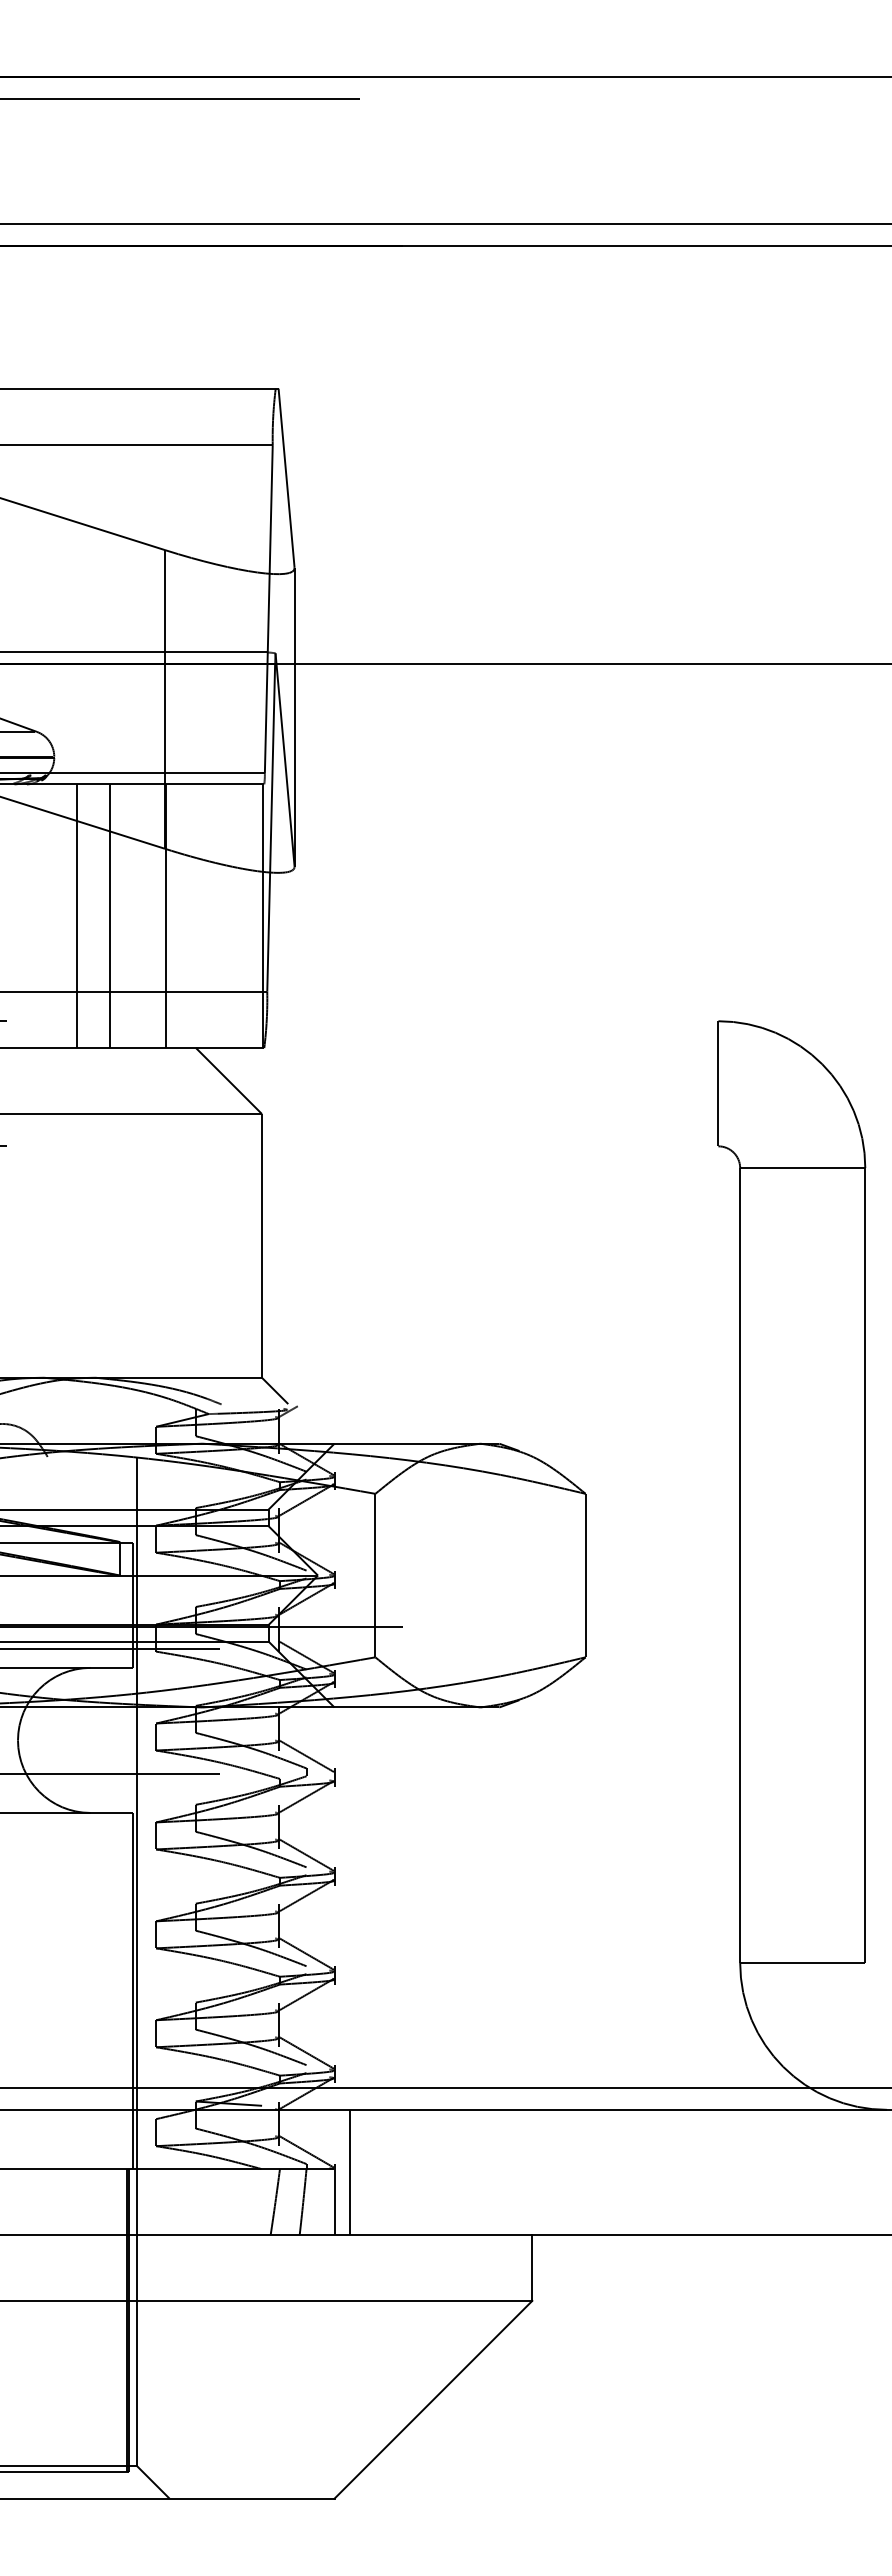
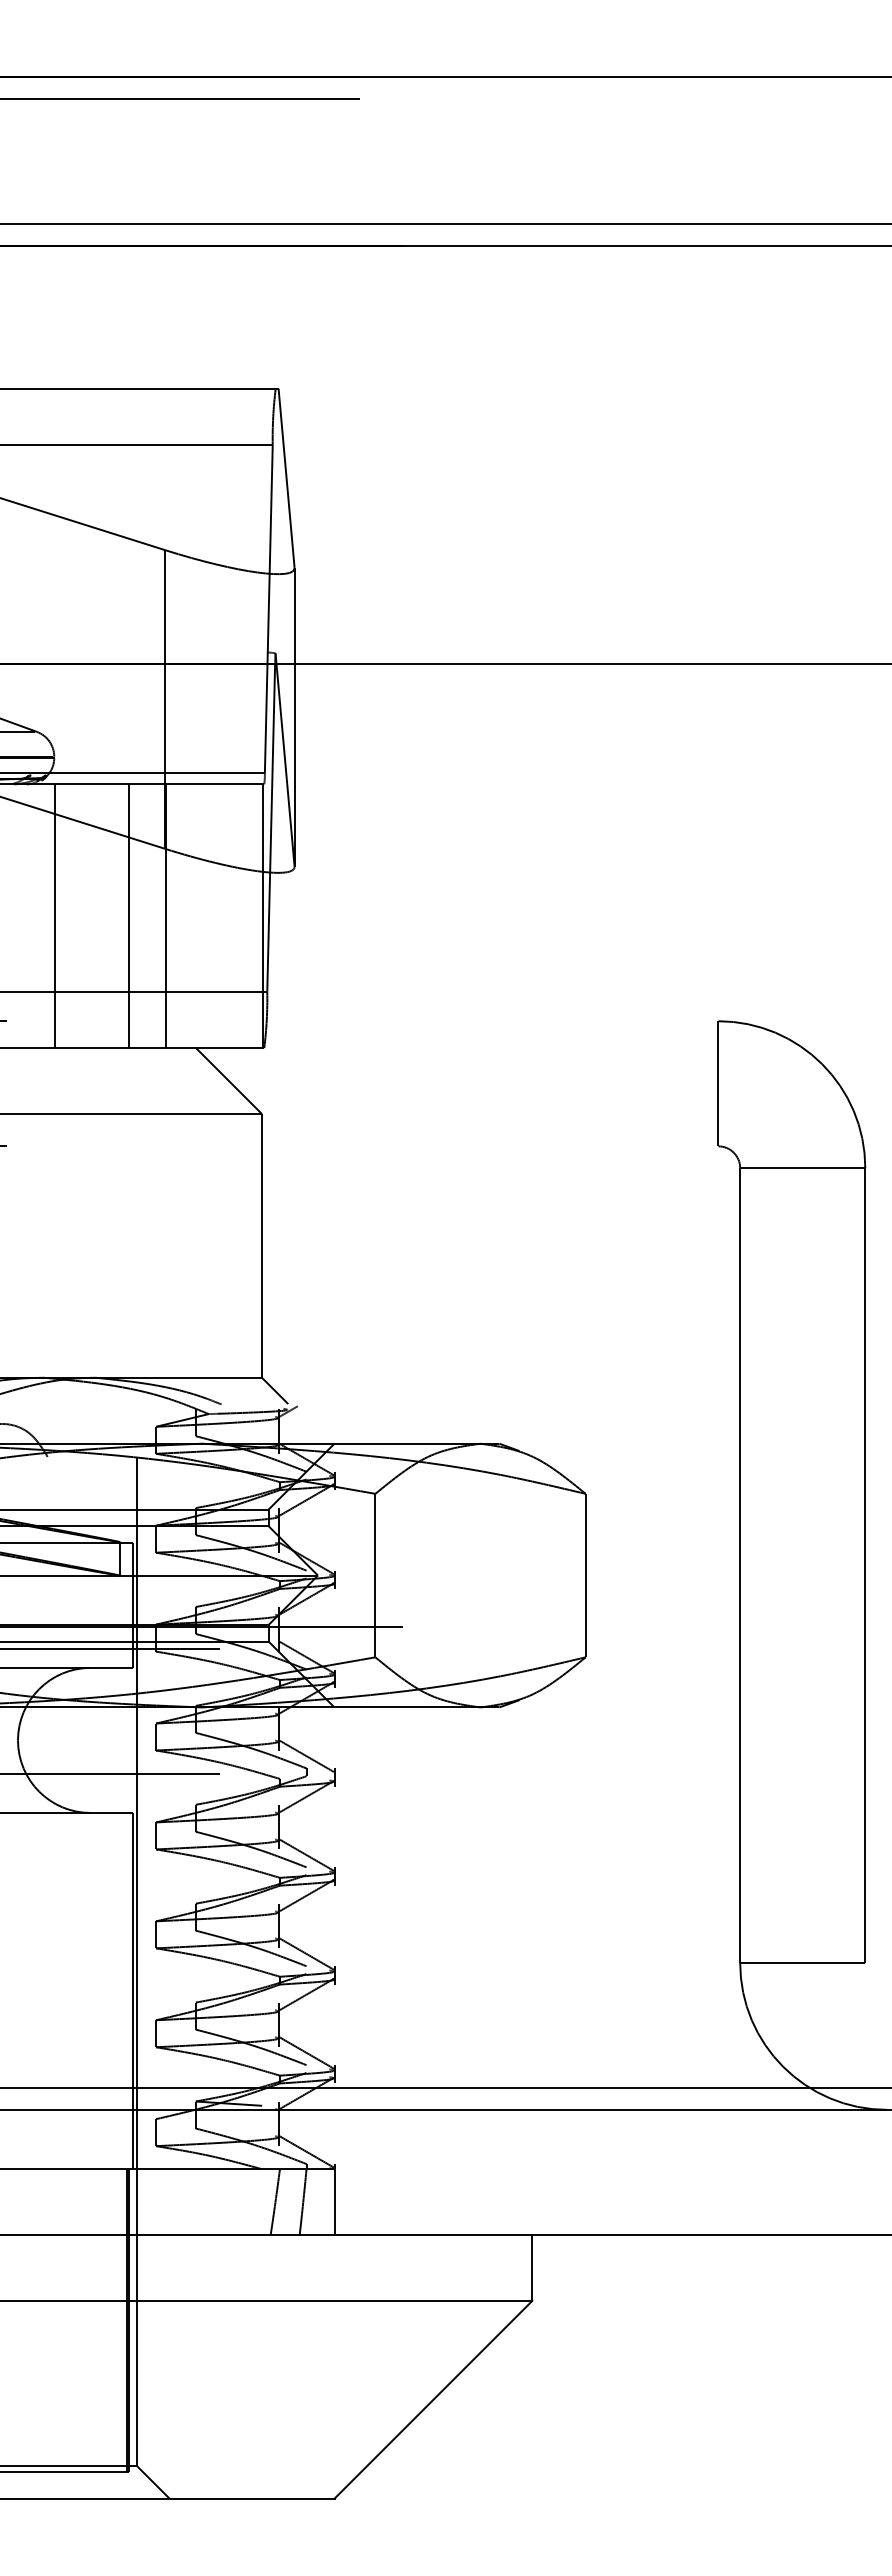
line at (134, 652): present -> none
line at (76, 916) position: (76, 916) -> (54, 916)
line at (110, 916) position: (110, 916) -> (129, 916)
line at (350, 2171): present -> none
